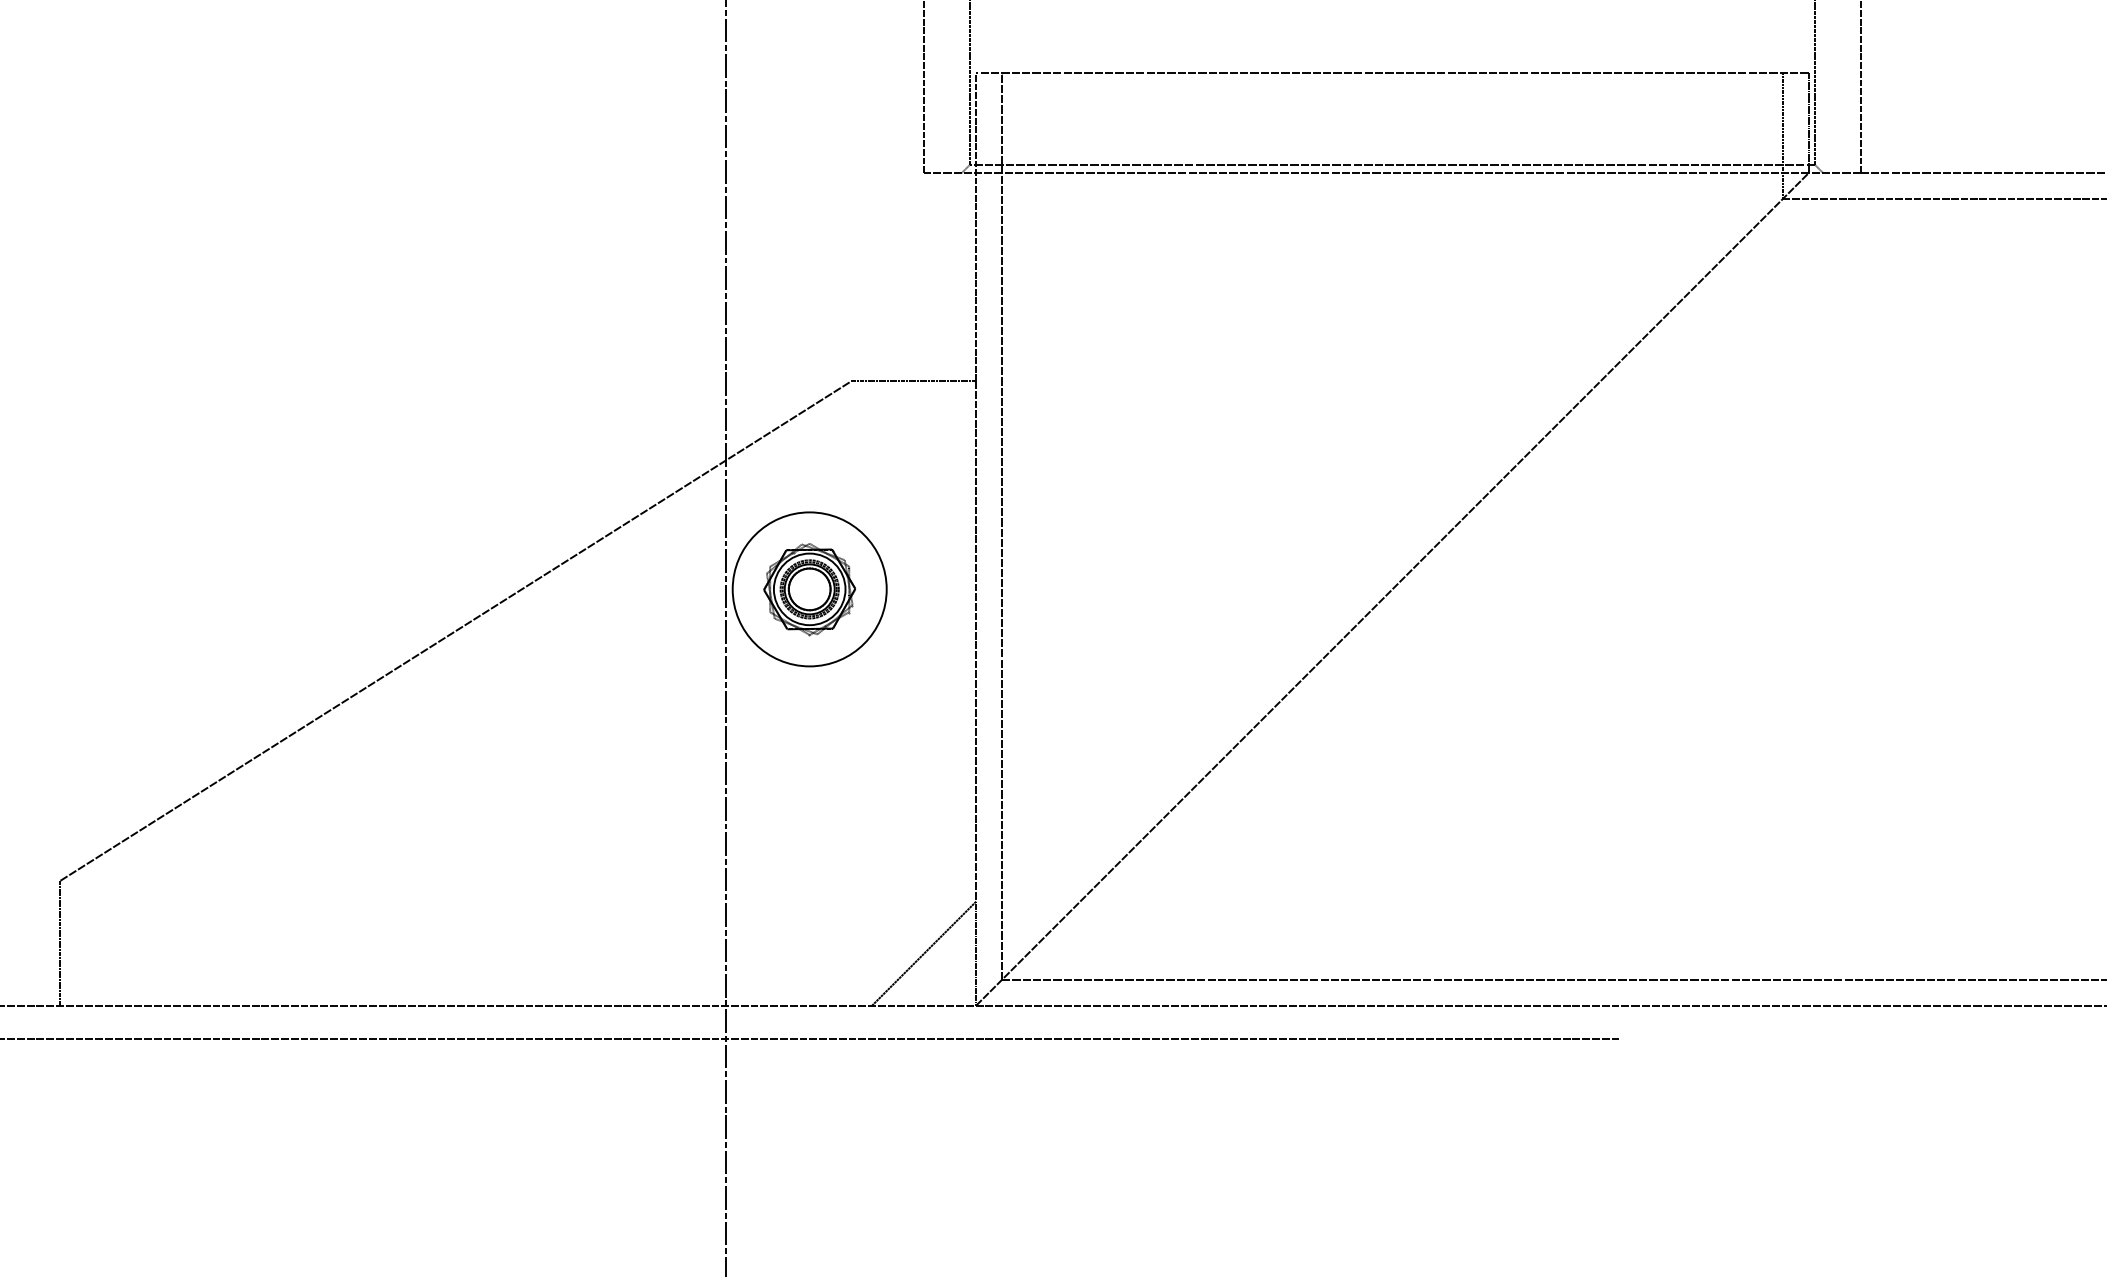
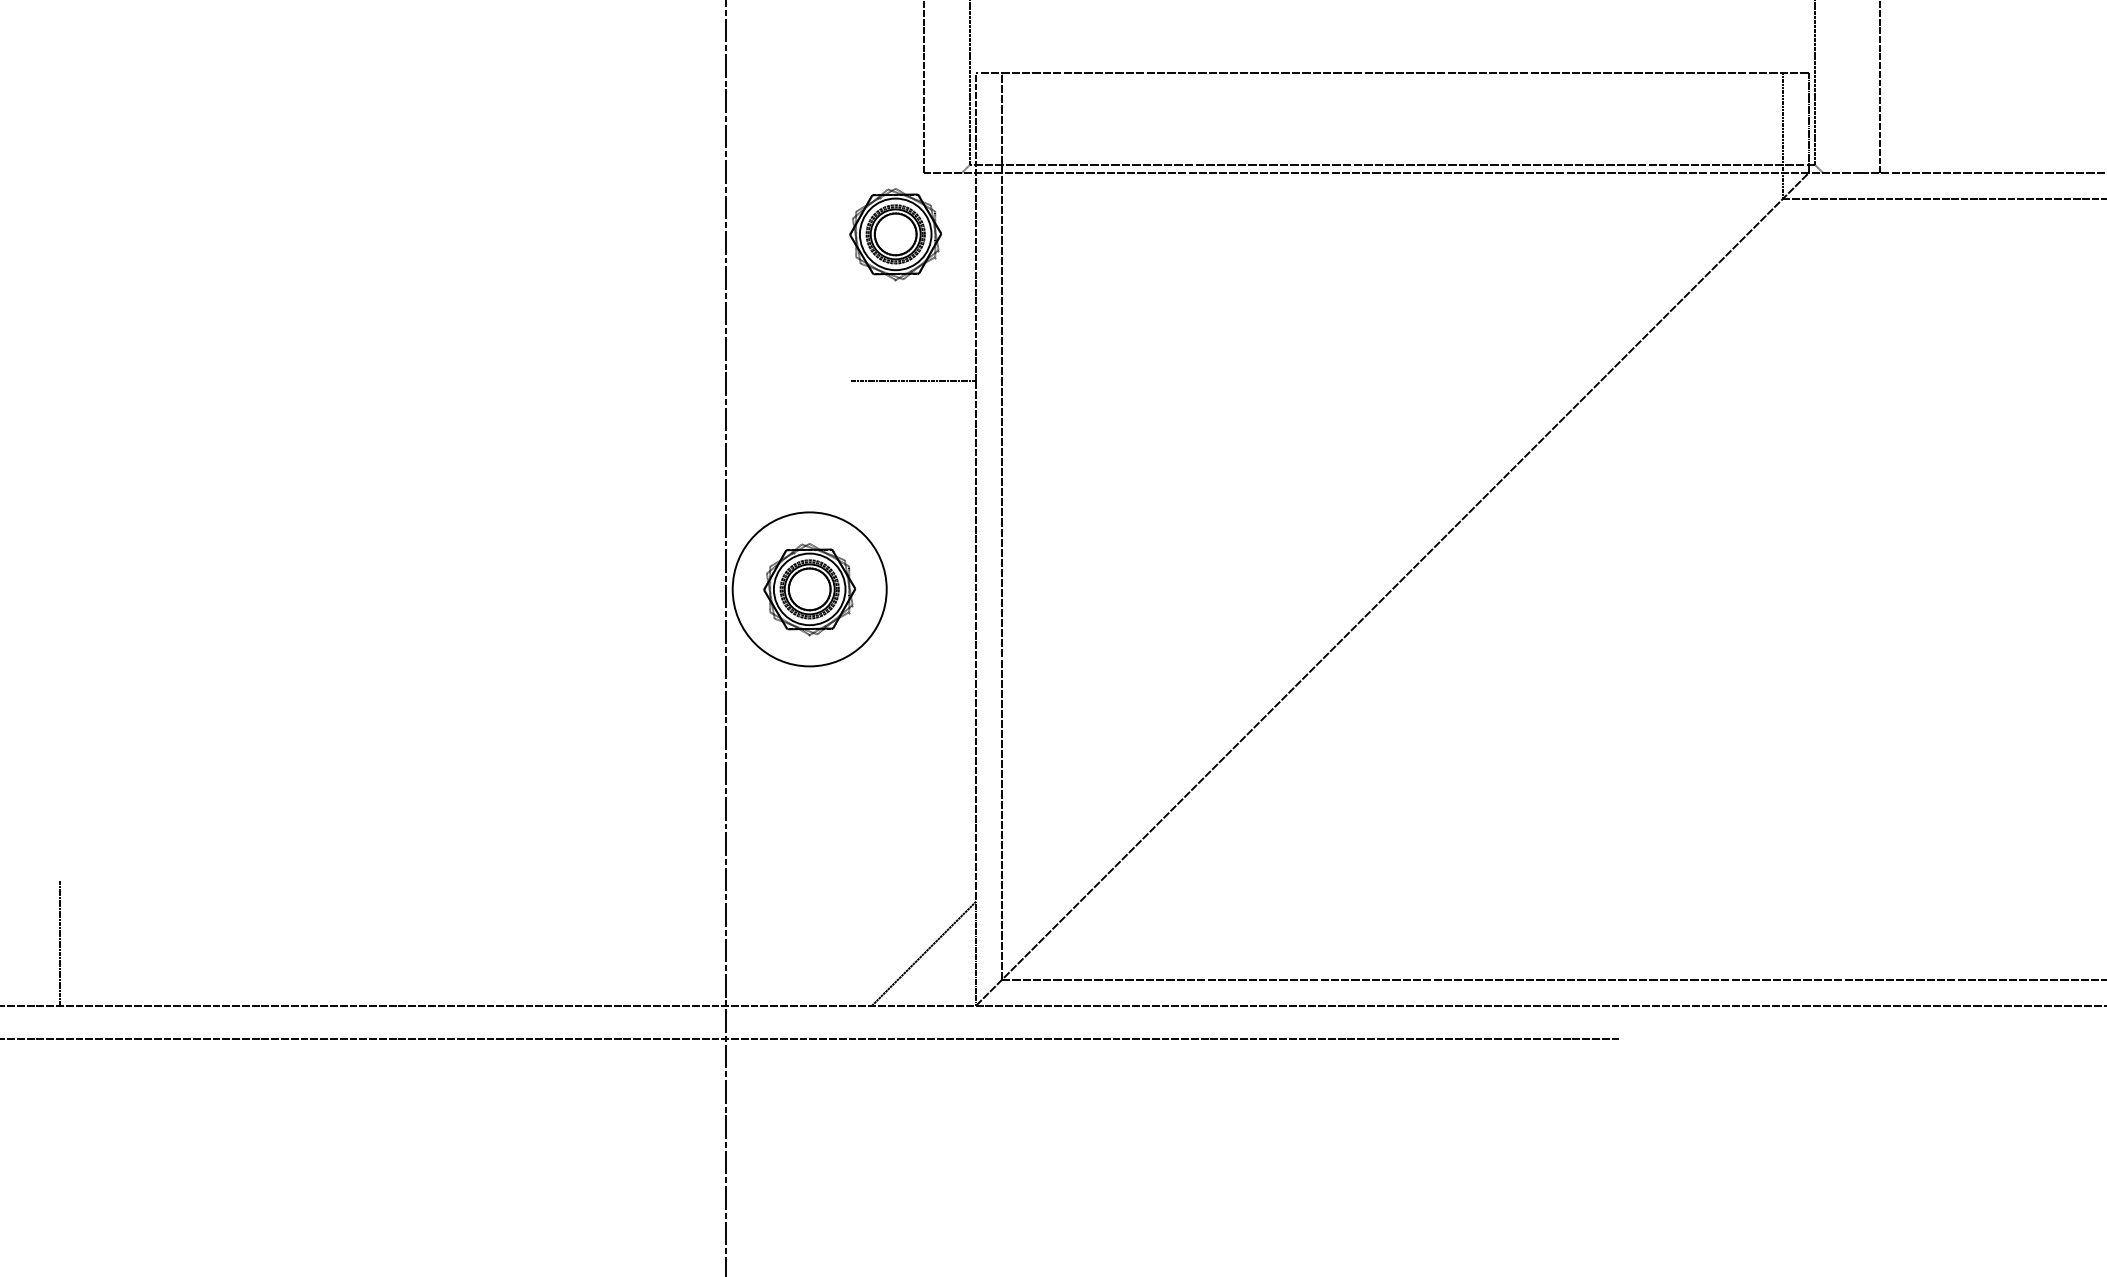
line at (1860, 87) position: (1860, 87) -> (1879, 87)
part at (895, 234): none -> present
line at (455, 630): present -> none
